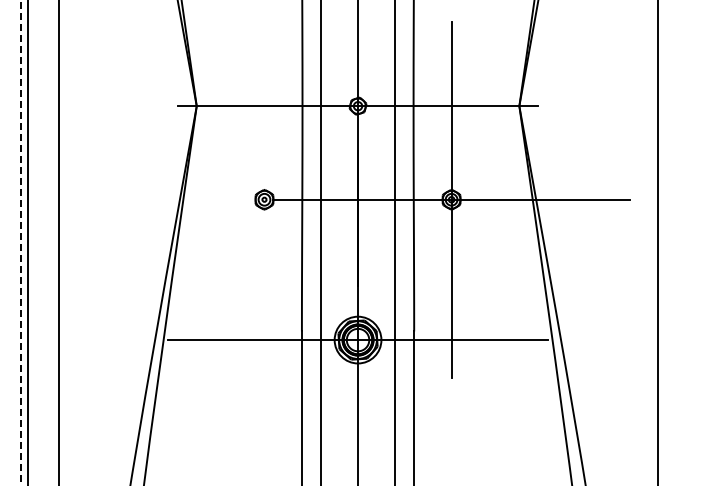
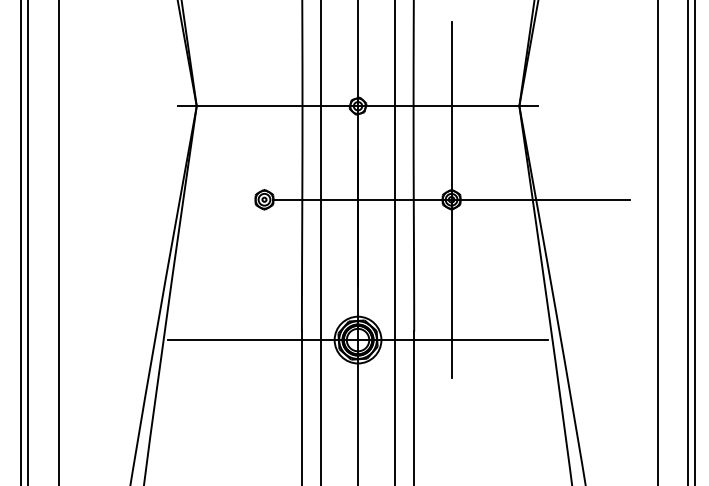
line at (687, 242): none -> present
line at (694, 242): none -> present
line at (21, 243): dashed -> solid
